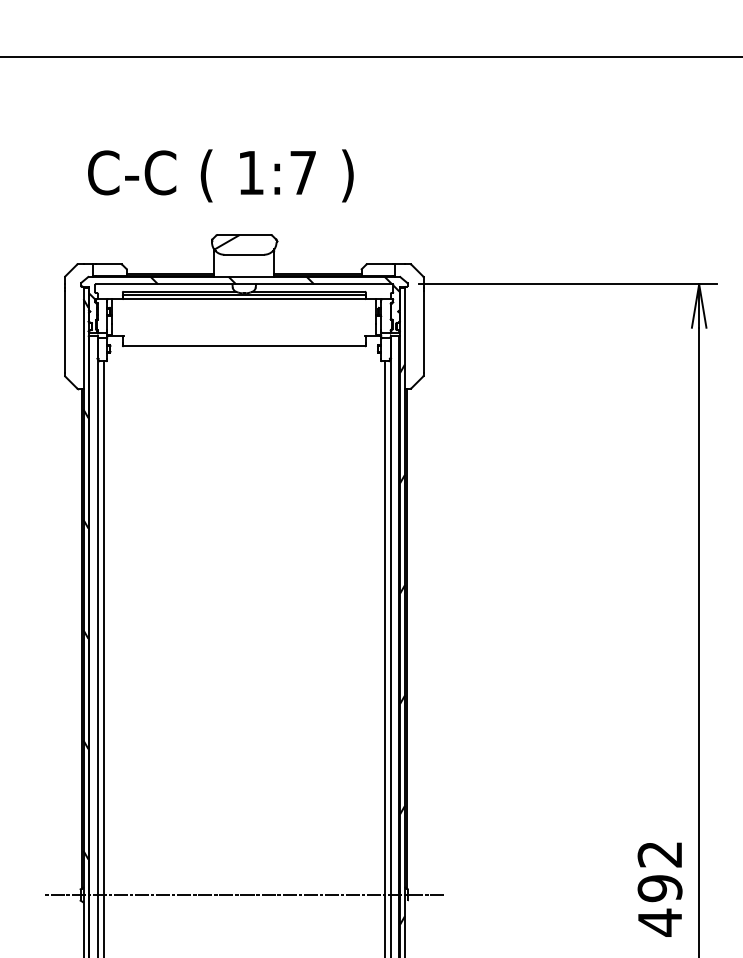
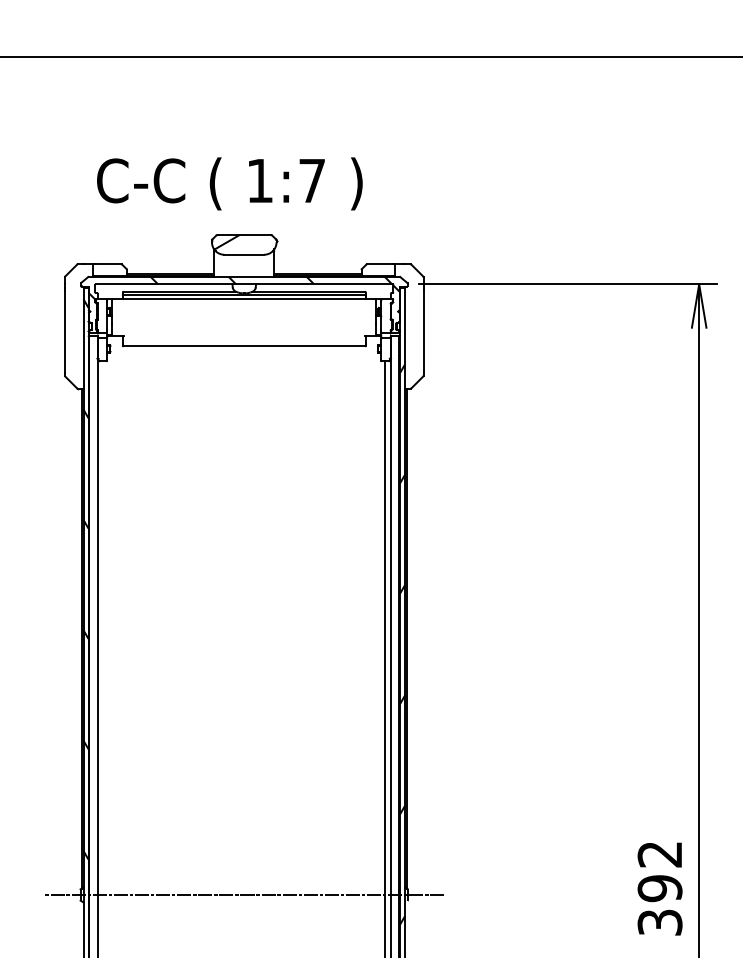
text at (220, 175) position: (220, 175) -> (229, 183)
line at (103, 657): present -> none
text at (659, 922): 492 -> 392
